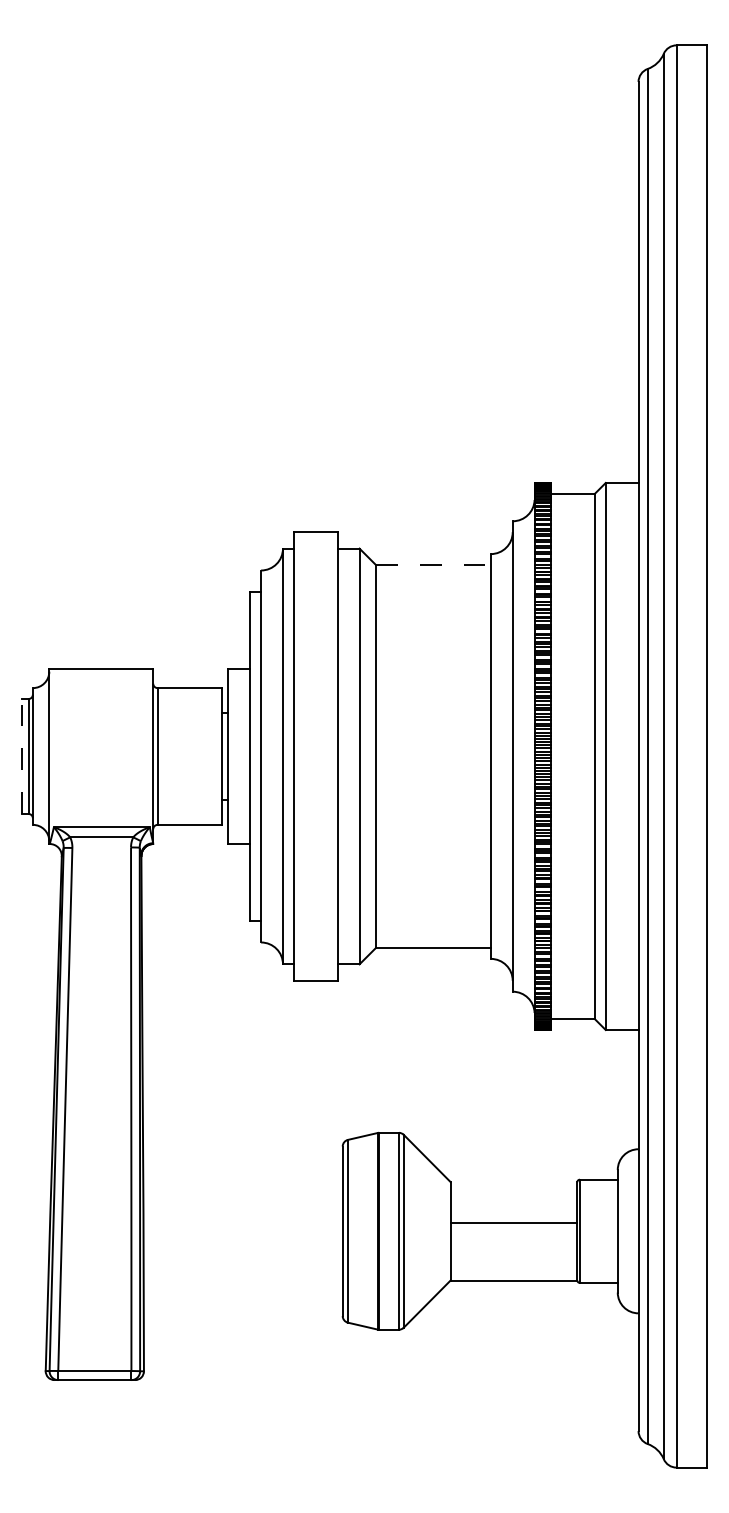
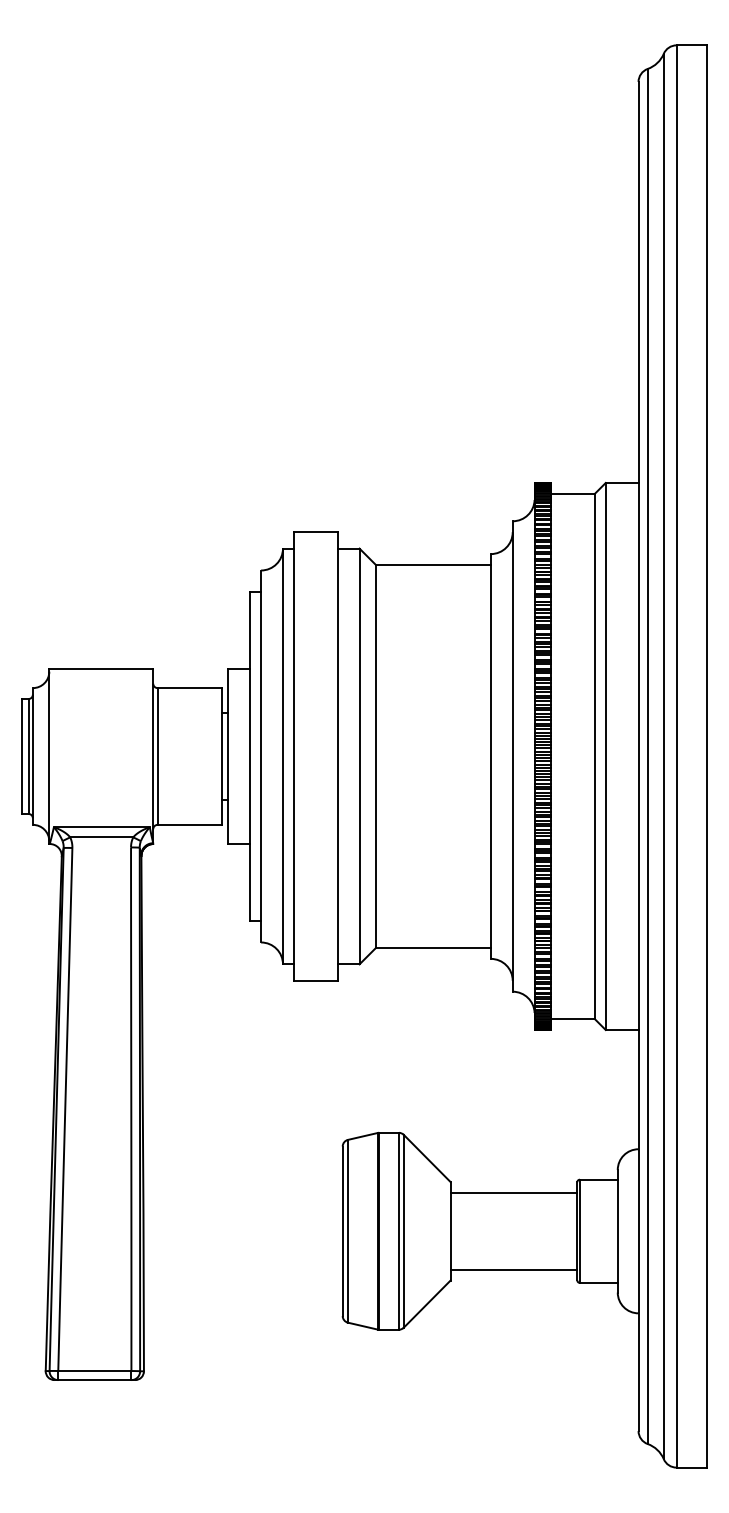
line at (433, 565): dashed -> solid
line at (21, 755): dashed -> solid
line at (513, 1222) position: (513, 1222) -> (513, 1192)
line at (513, 1281) position: (513, 1281) -> (513, 1270)
